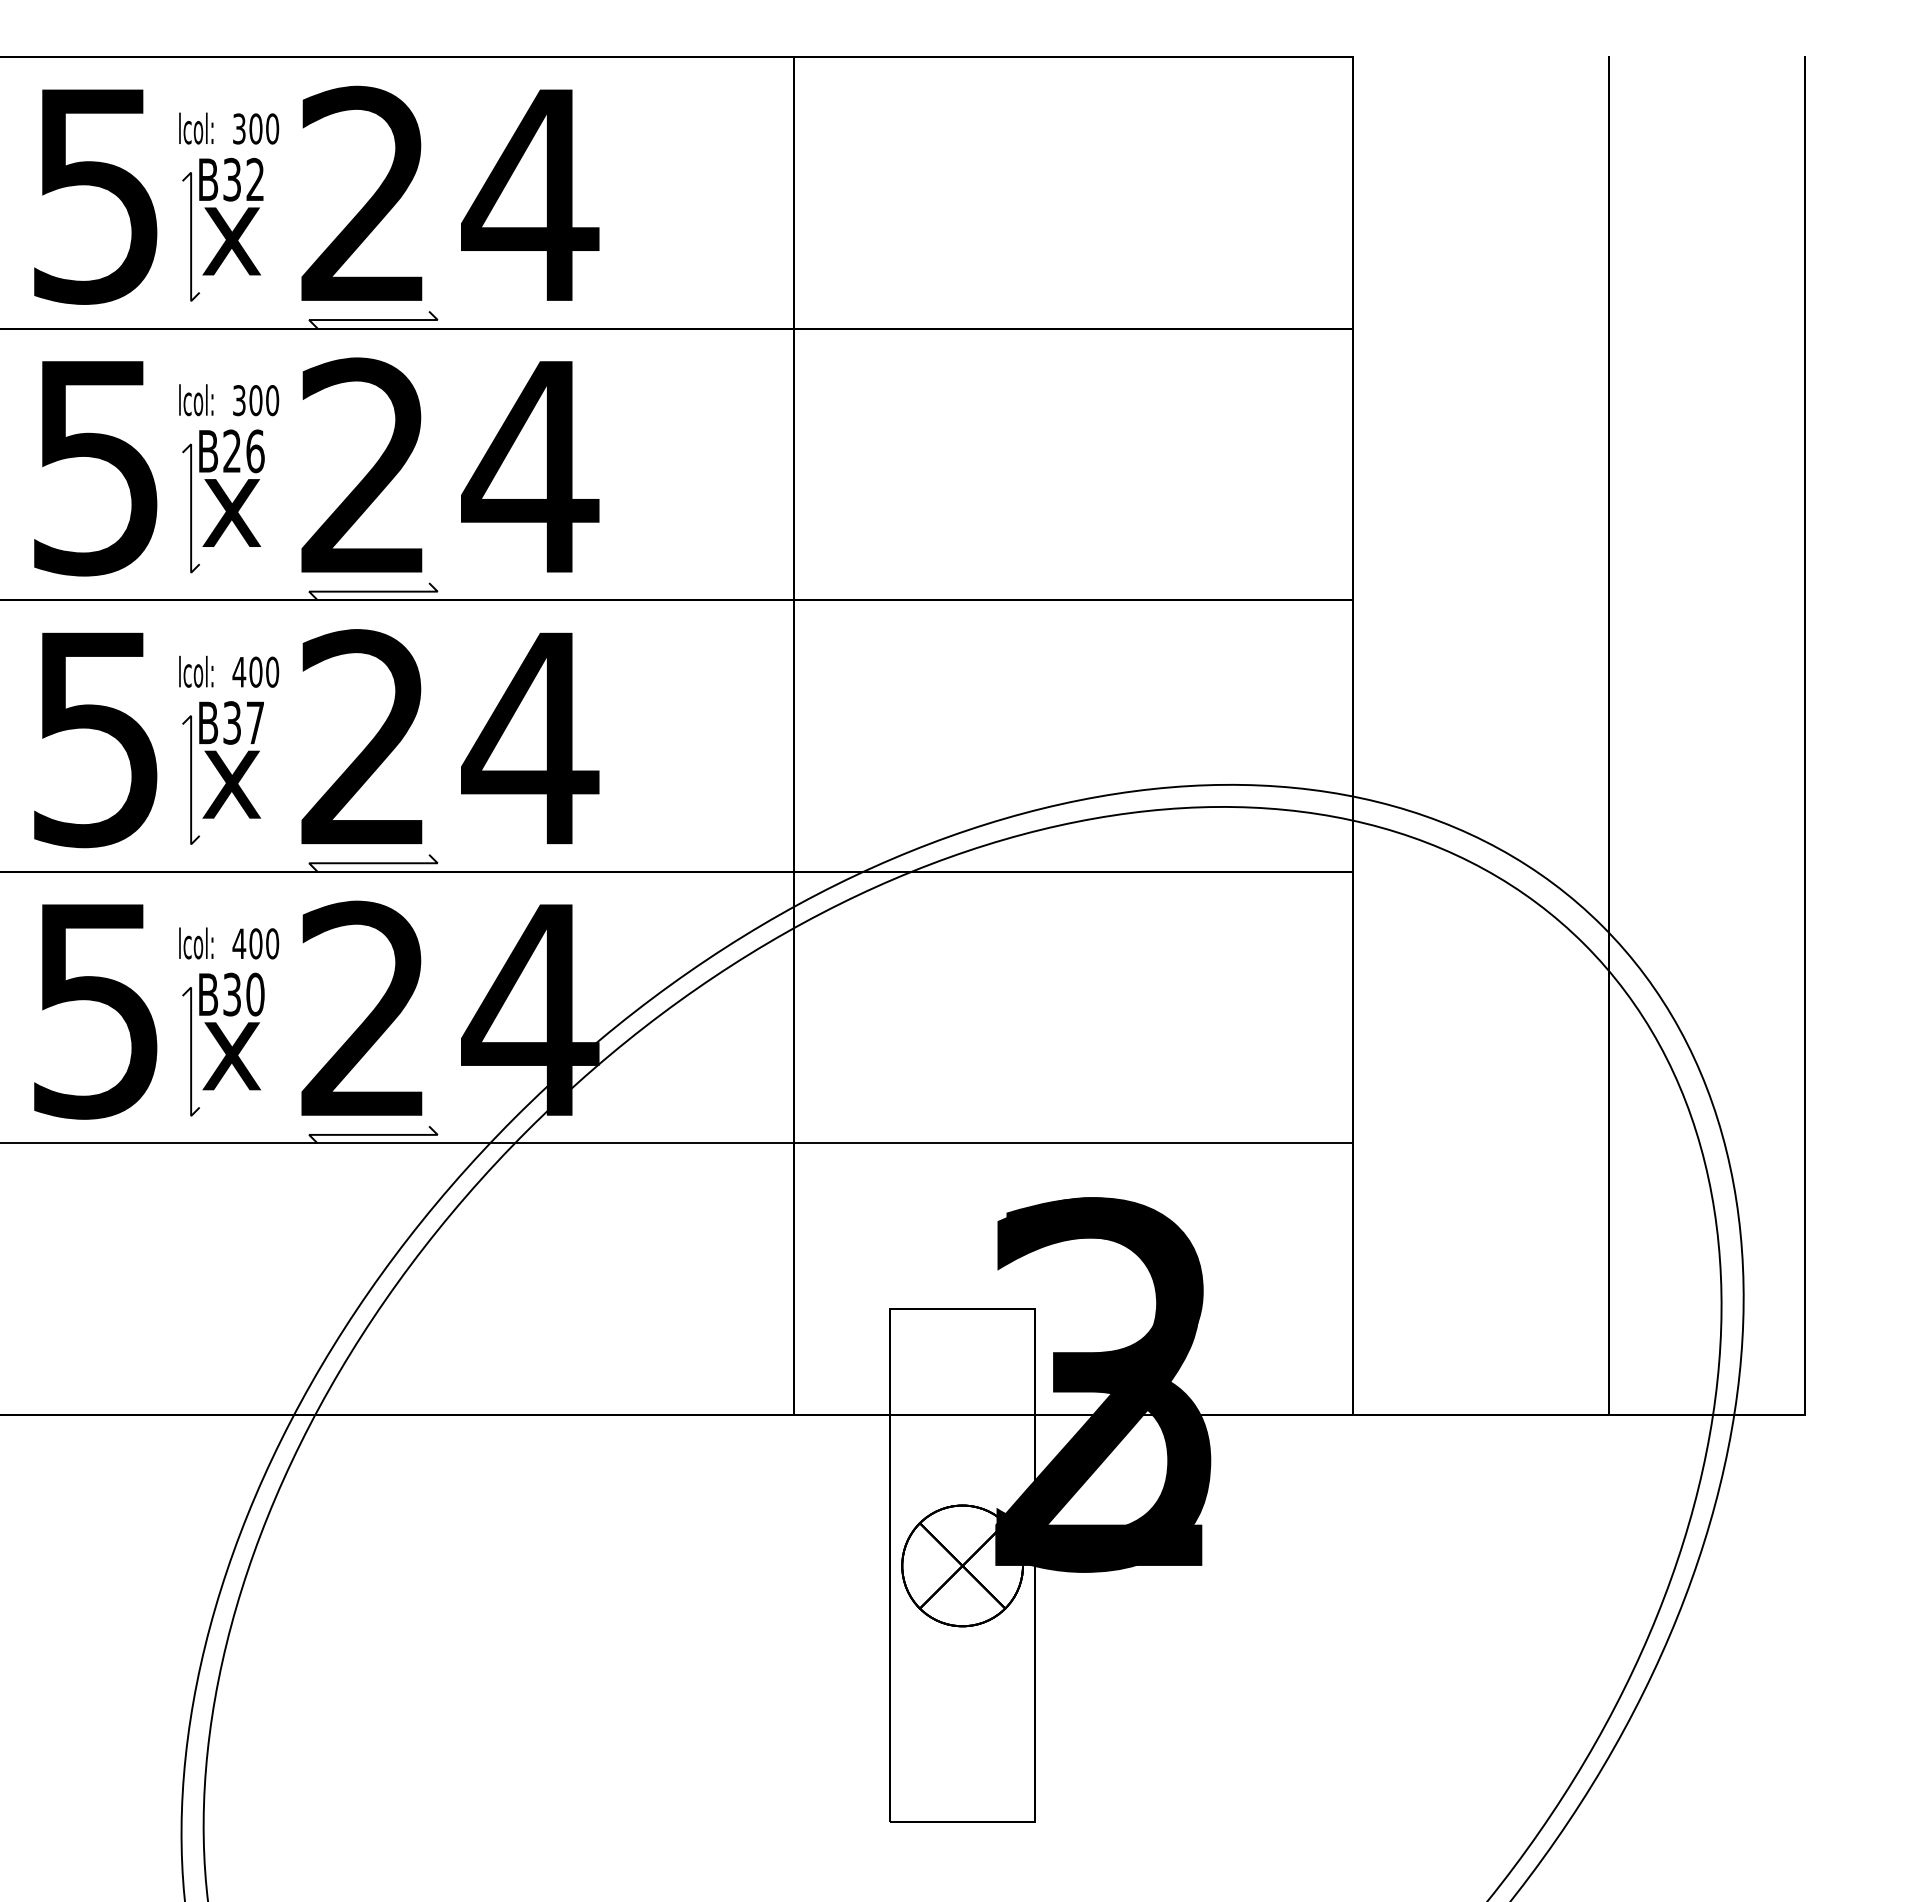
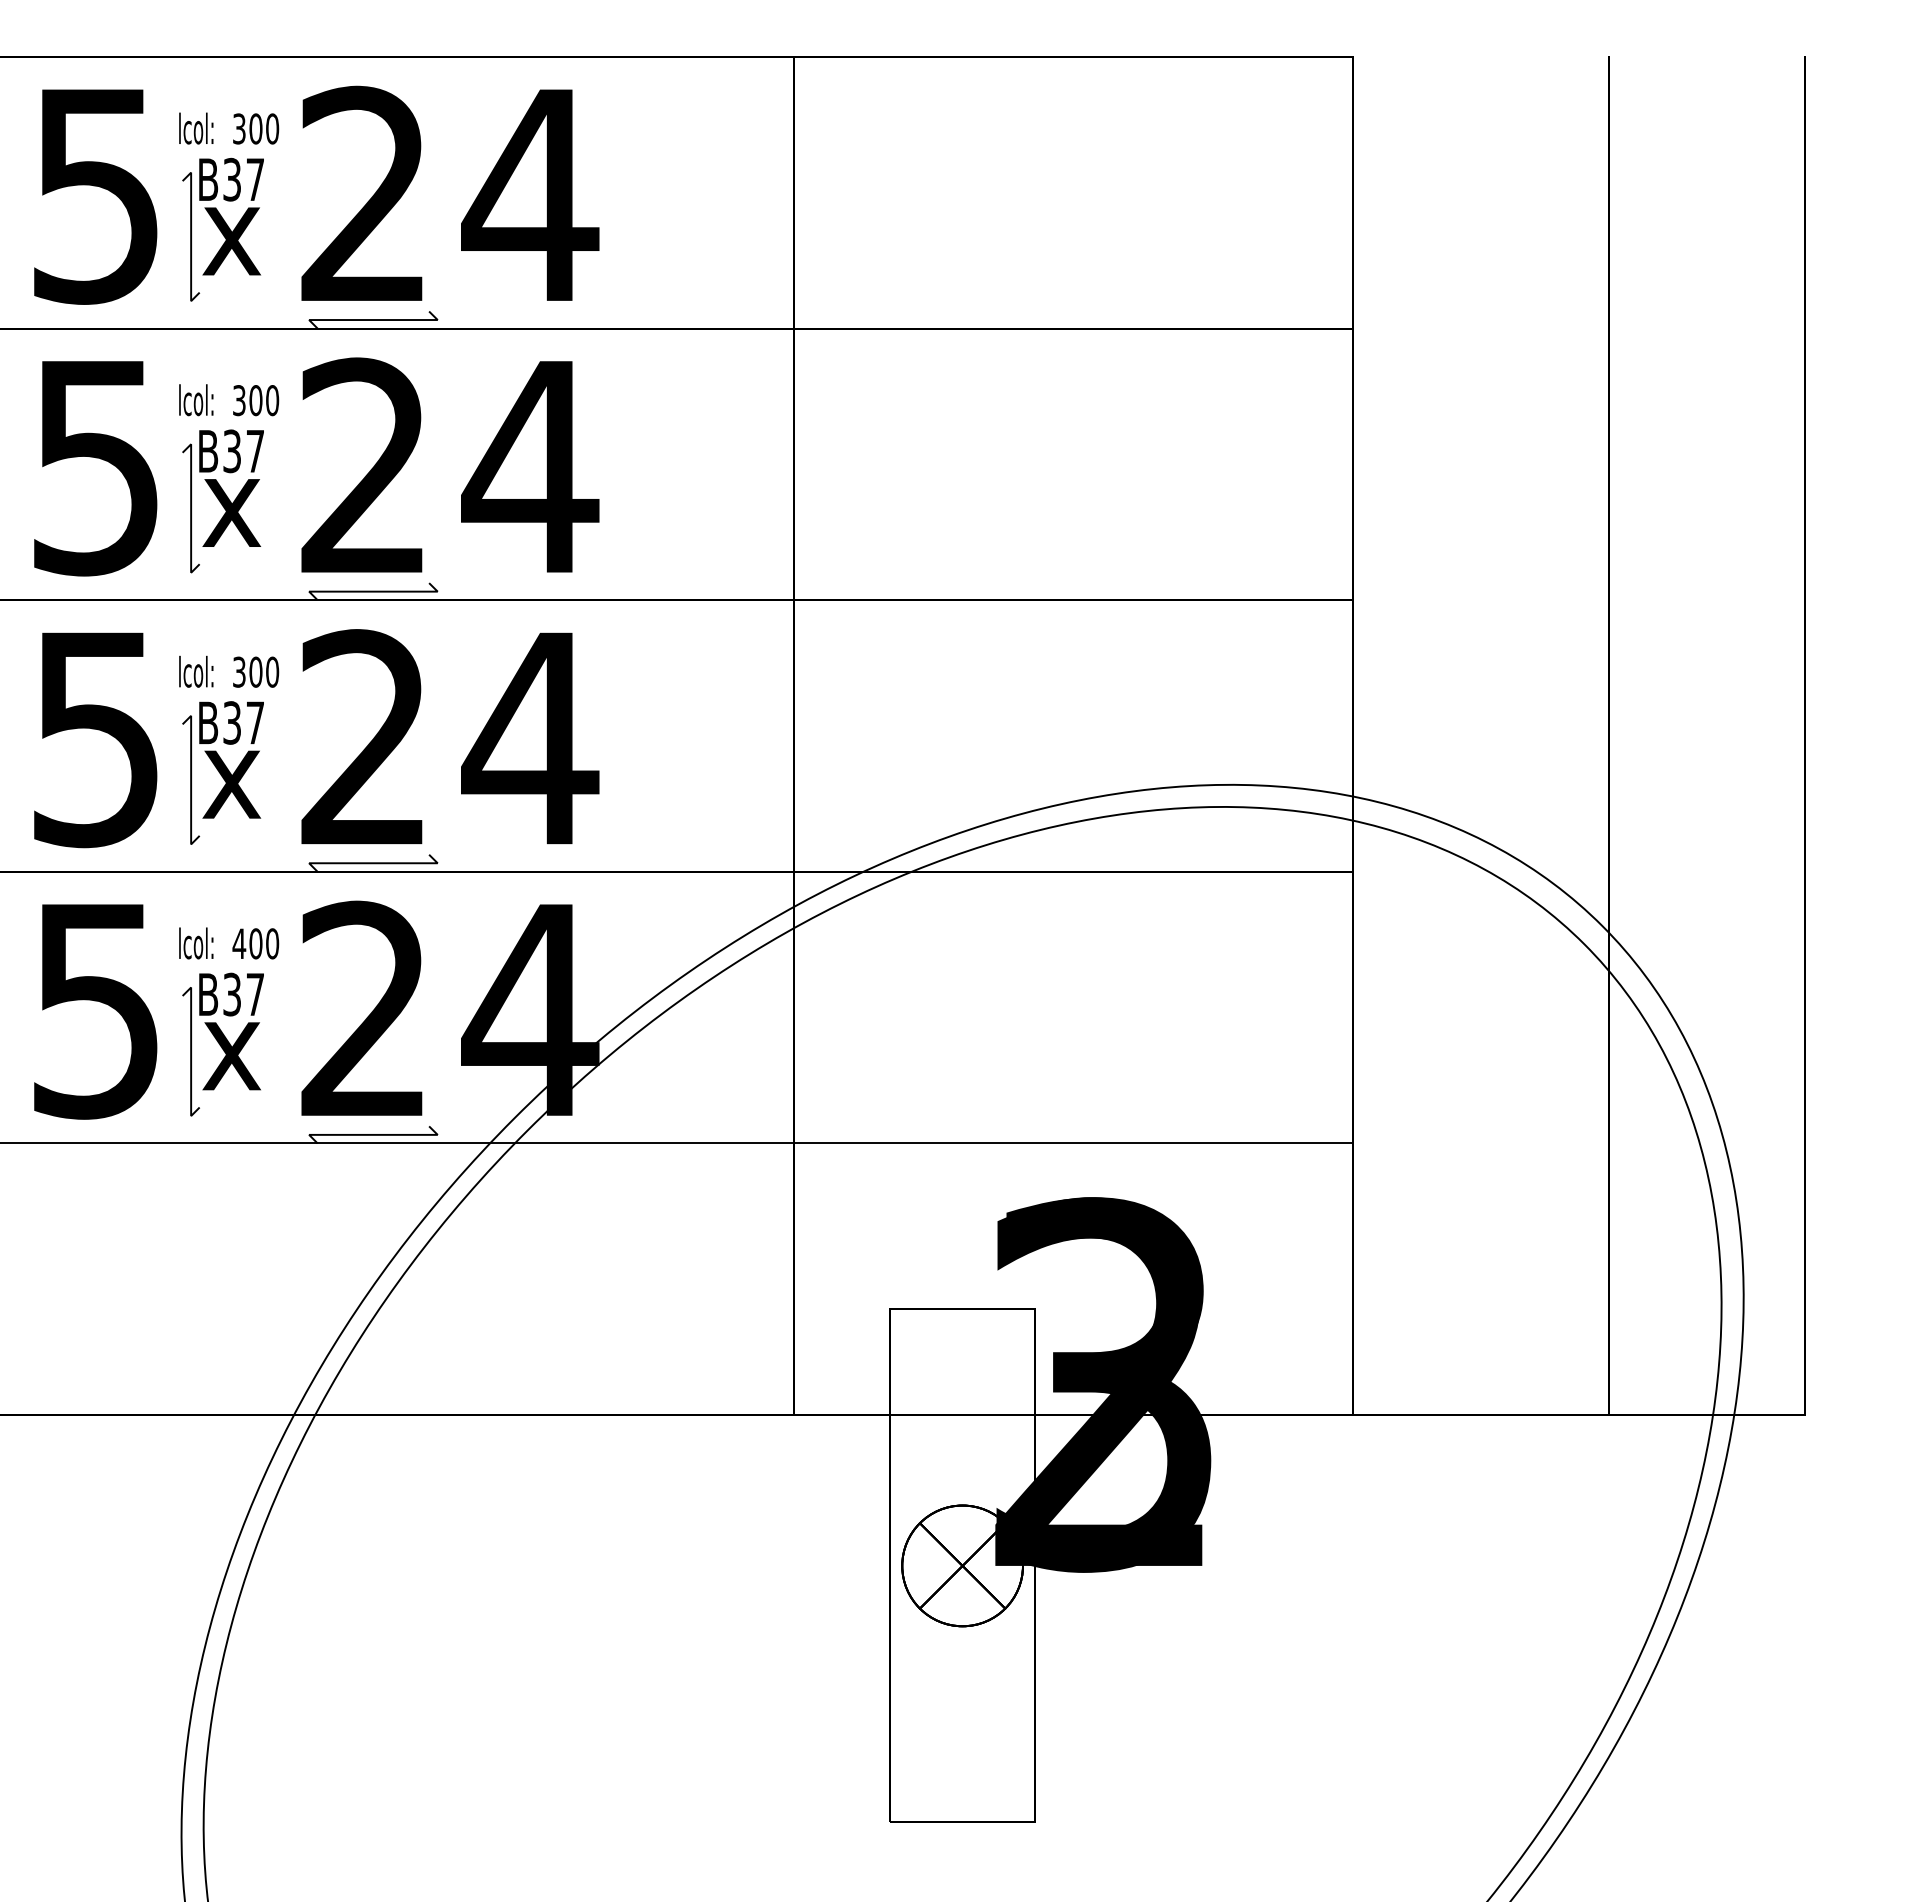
text at (254, 178): B32 -> B37
text at (243, 451): B26 -> B37
text at (239, 671): 400 -> 300
text at (255, 994): B30 -> B37
